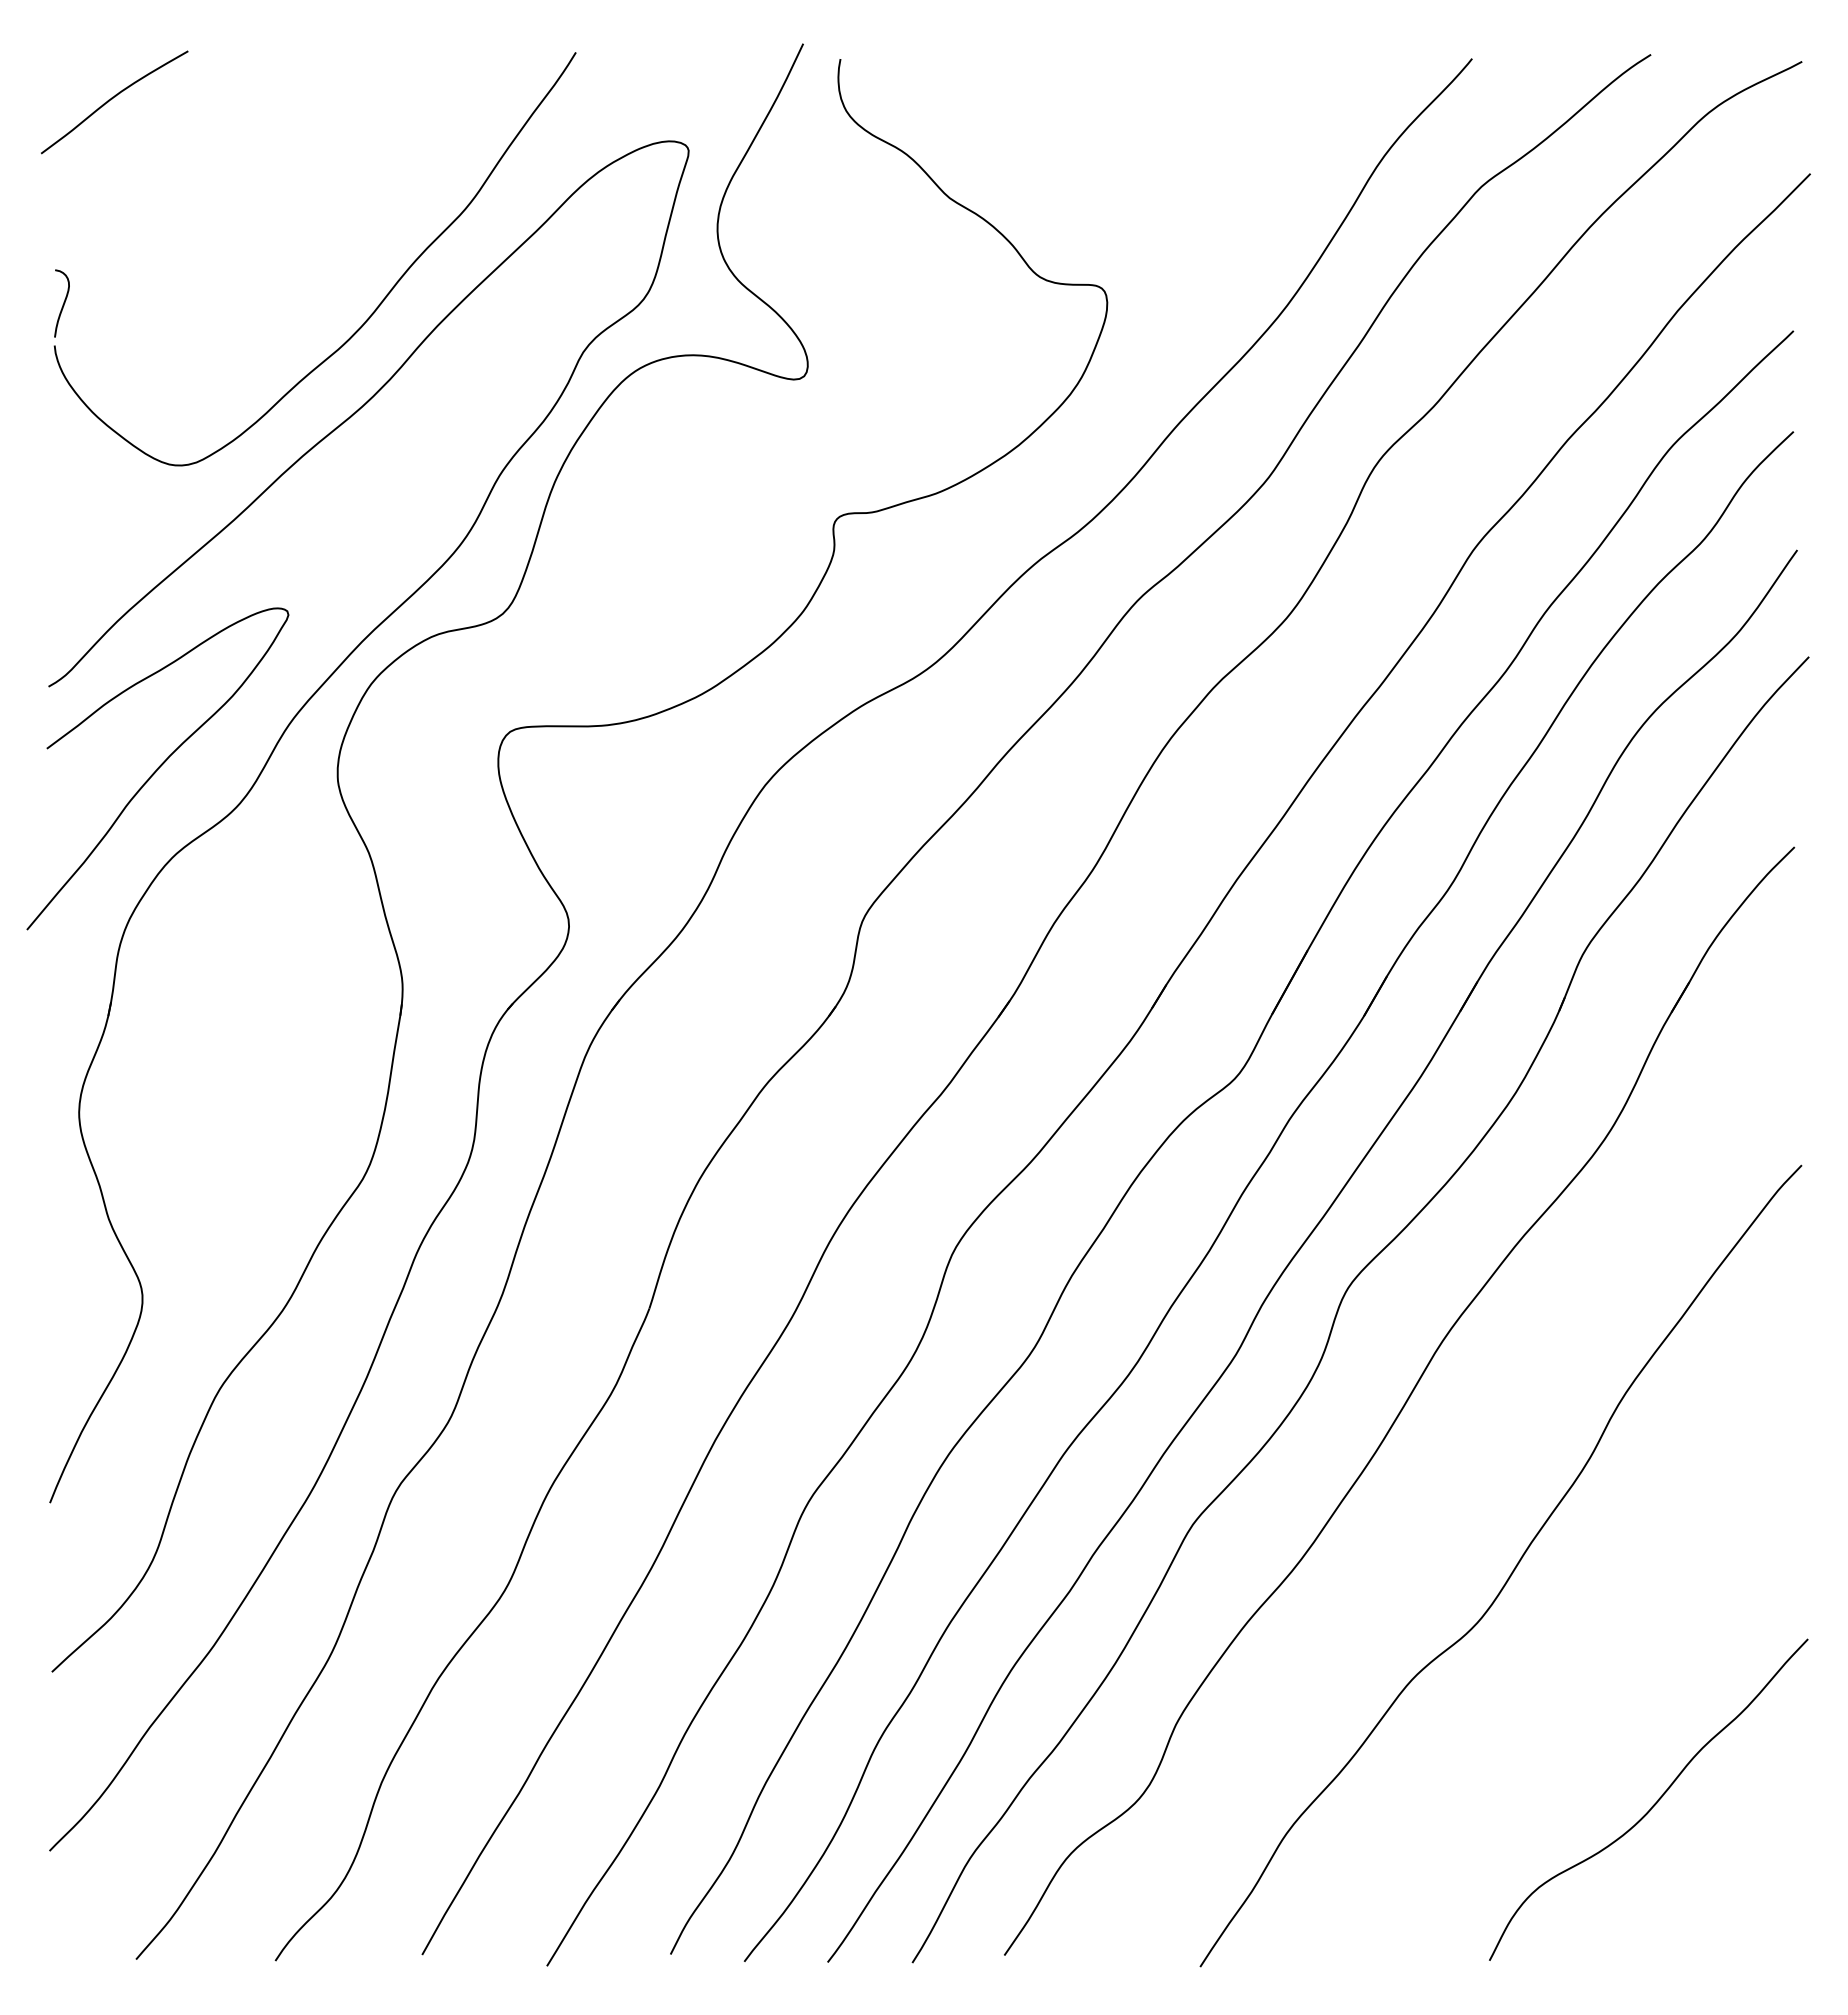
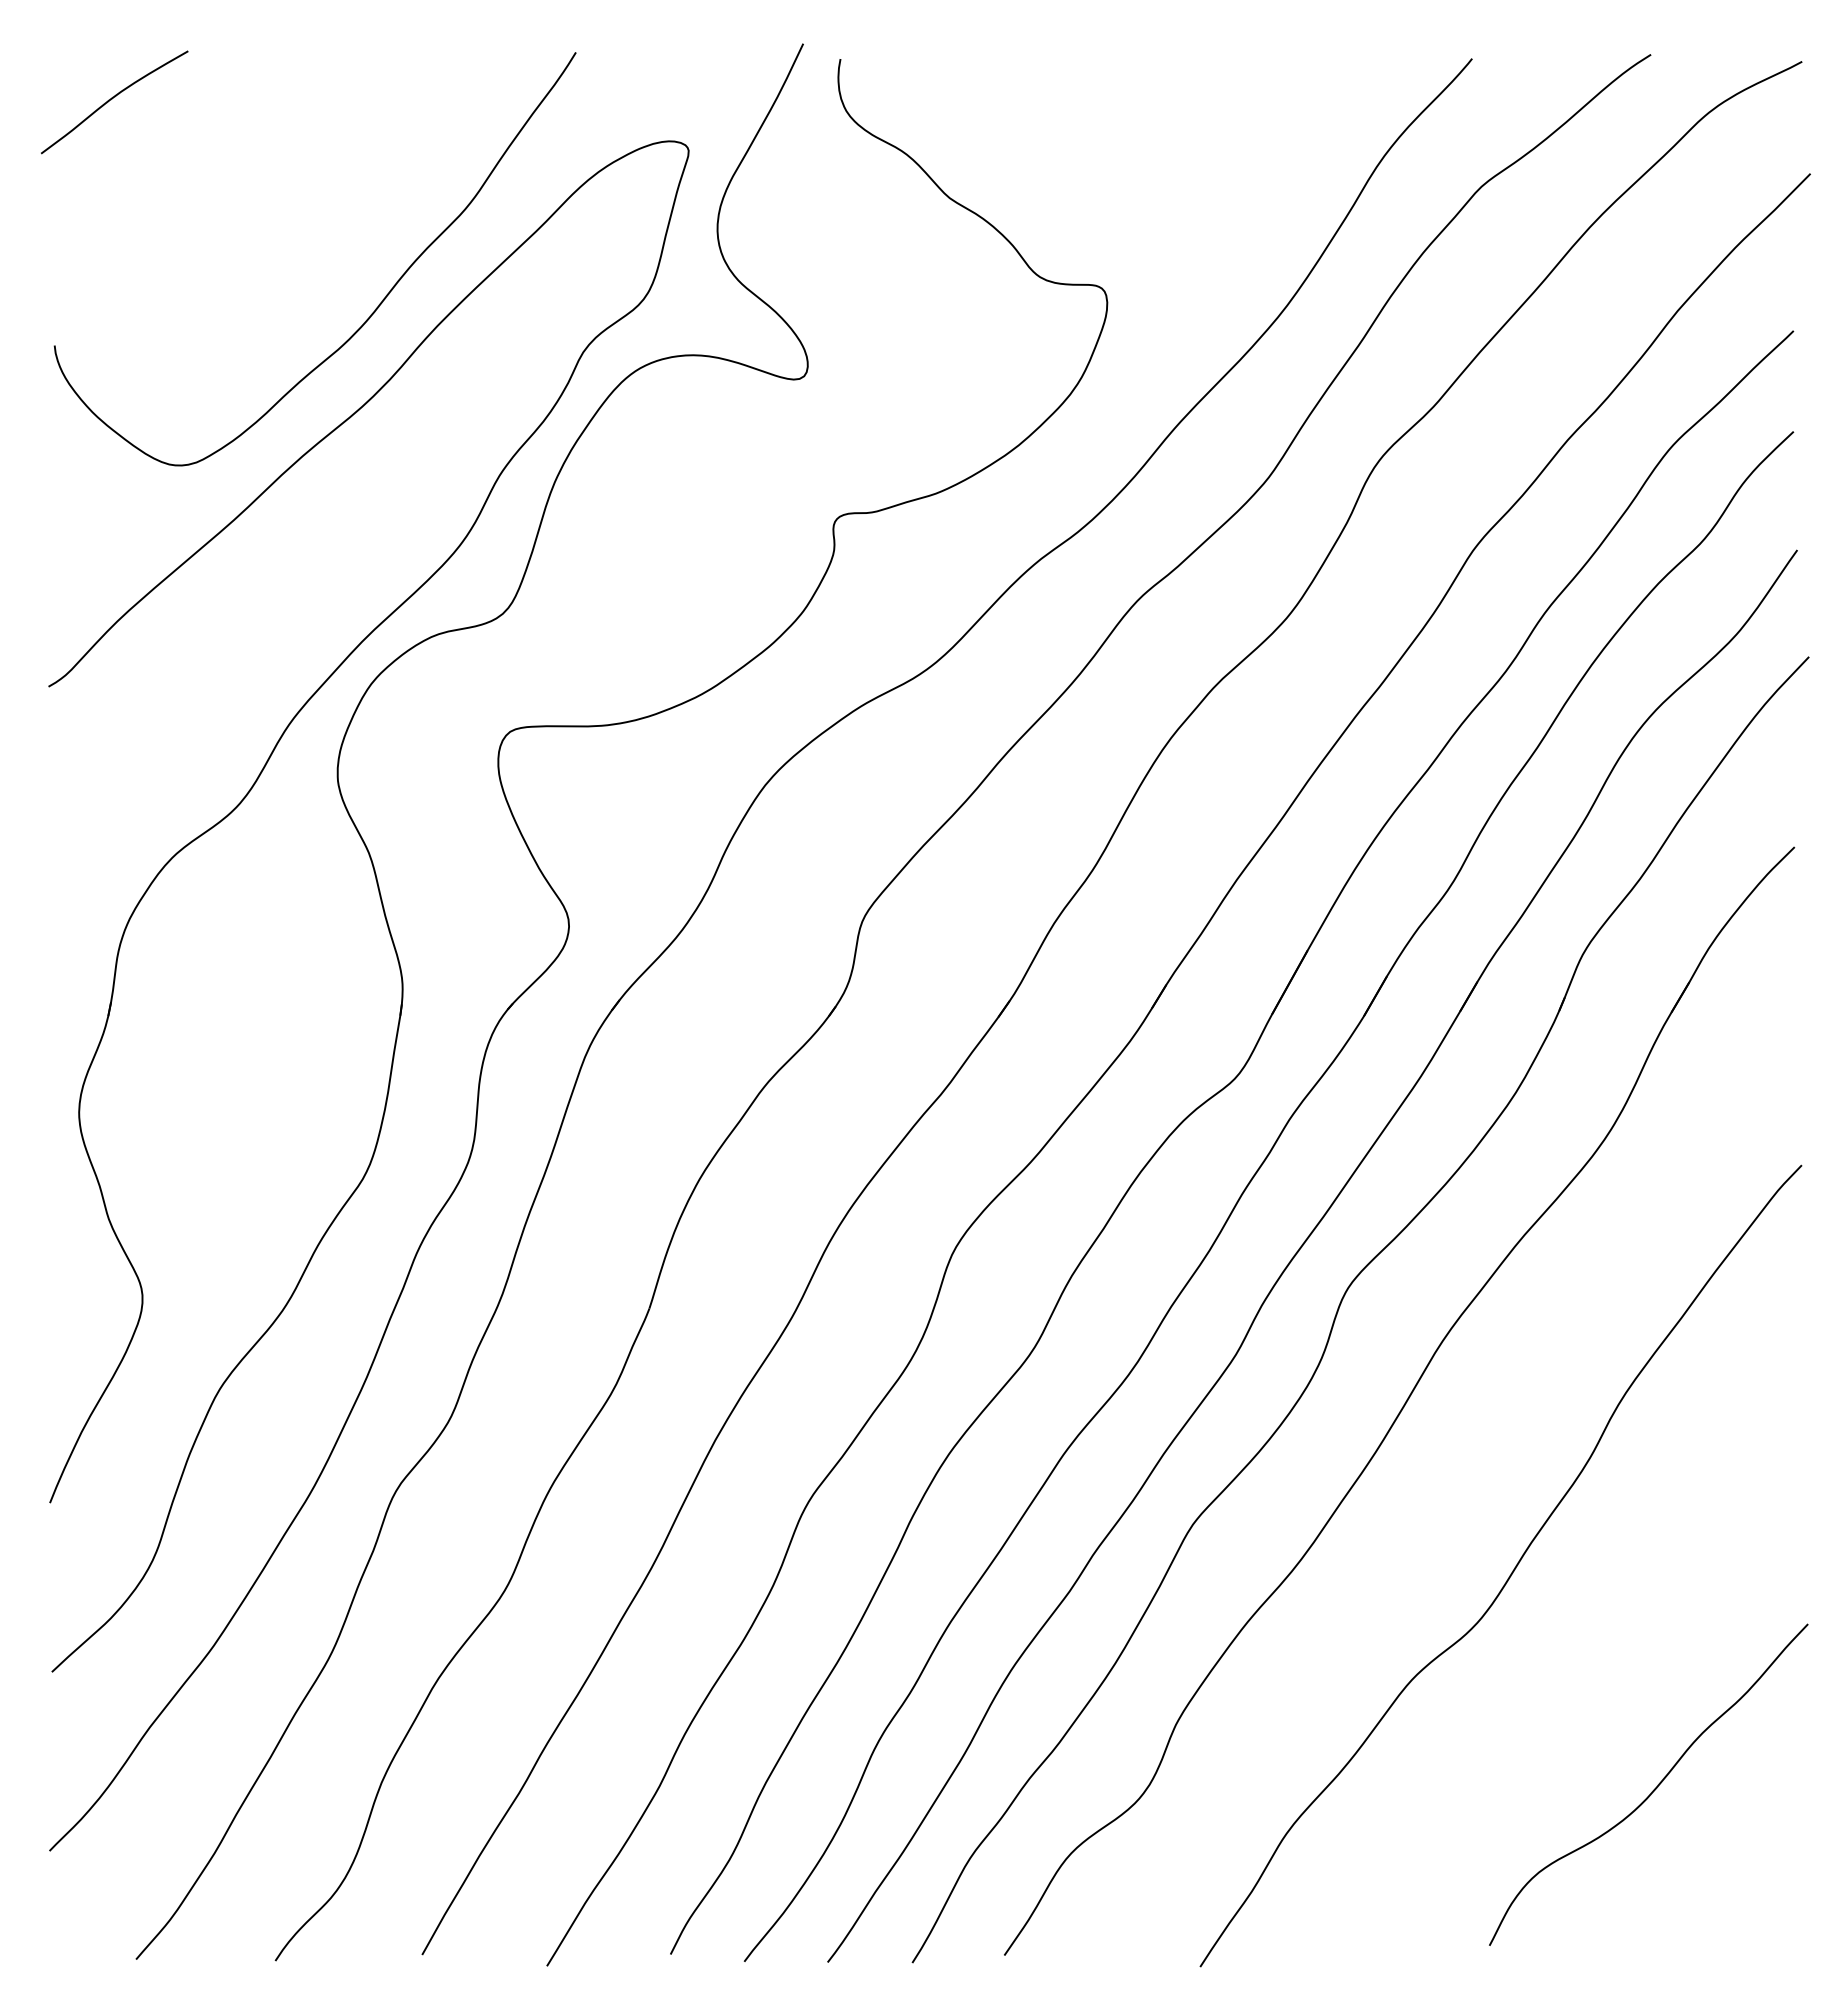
curve at (62, 304): present -> none
curve at (157, 768): present -> none
curve at (1653, 1804) position: (1653, 1804) -> (1653, 1789)
